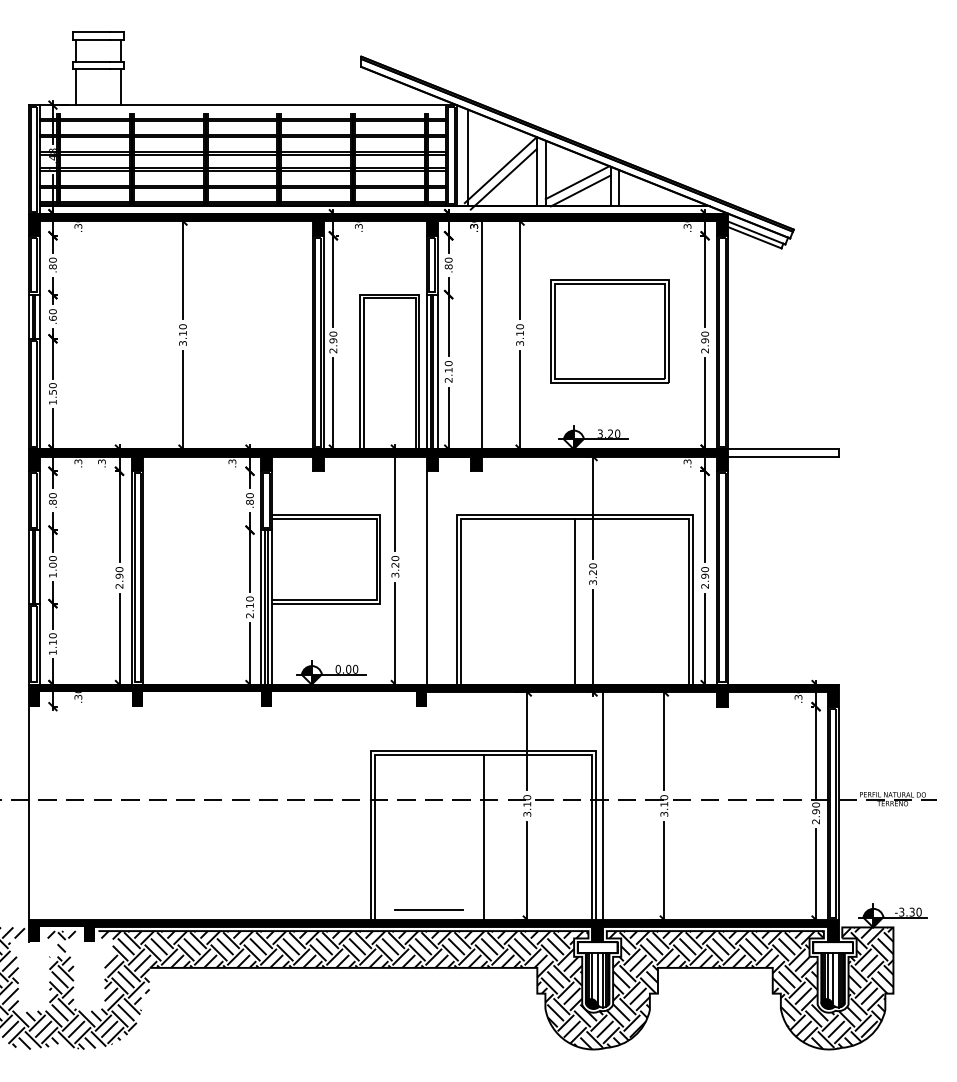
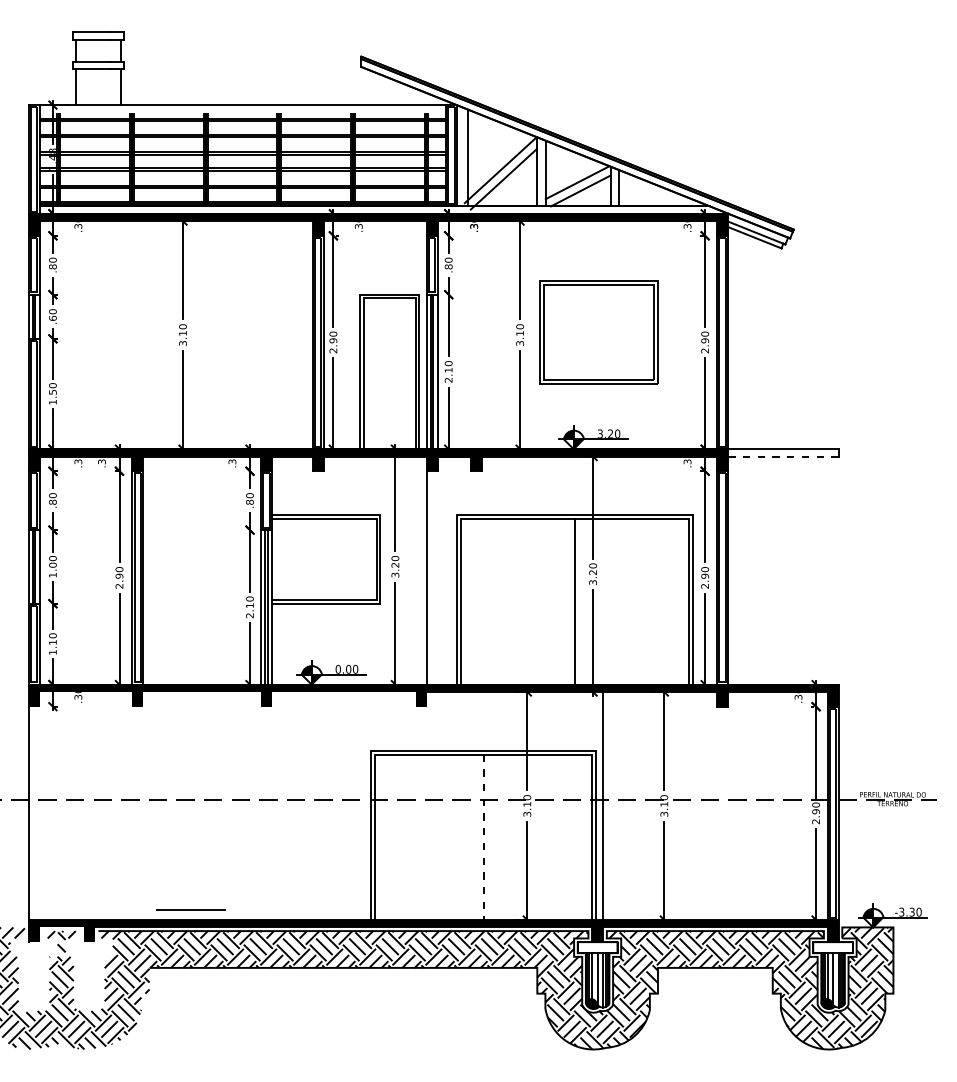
part at (609, 331) position: (609, 331) -> (598, 332)
line at (481, 335): present -> none
line at (783, 456): solid -> dashed
line at (483, 837): solid -> dashed
line at (428, 909) position: (428, 909) -> (190, 909)
